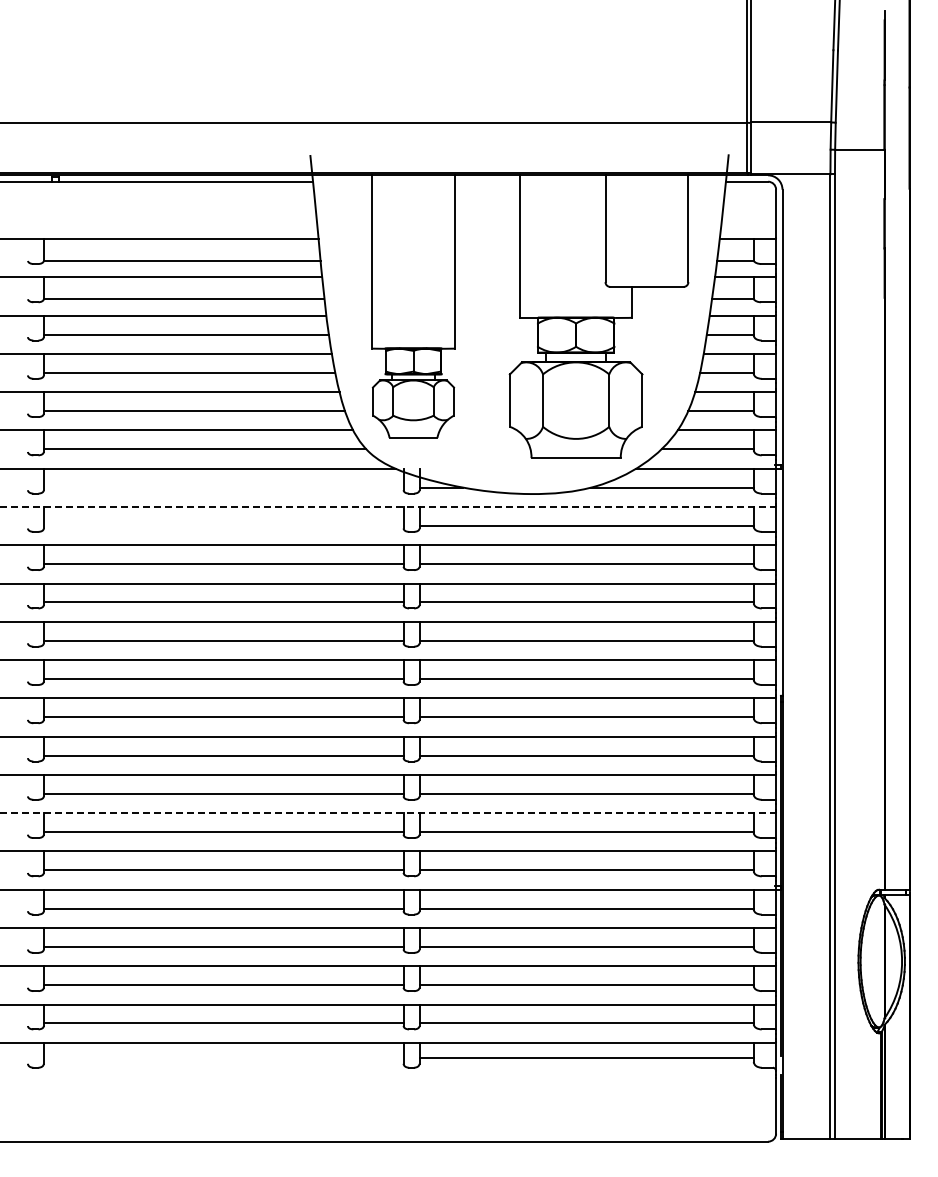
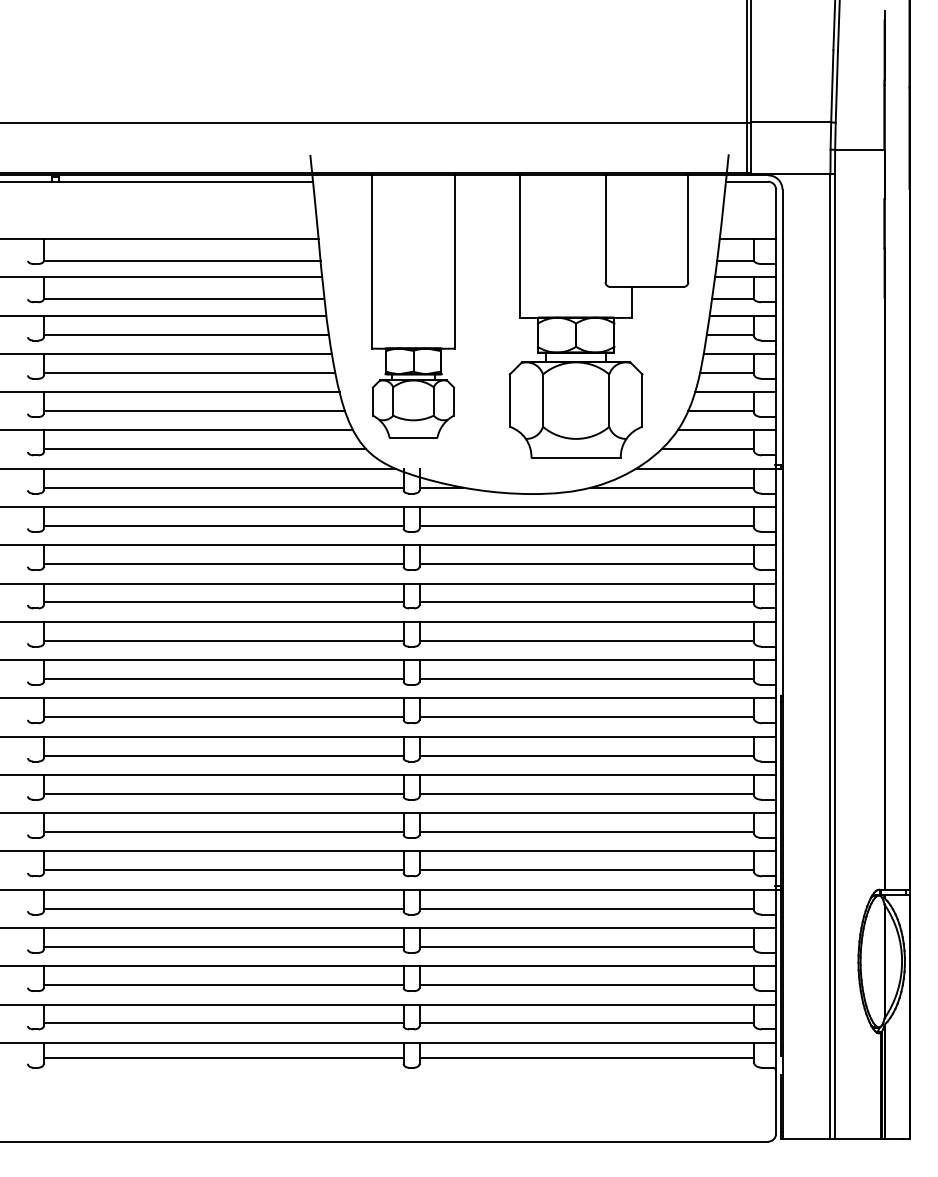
line at (223, 487): none -> present
line at (388, 507): dashed -> solid
line at (223, 525): none -> present
line at (388, 813): dashed -> solid
line at (223, 1058): none -> present
